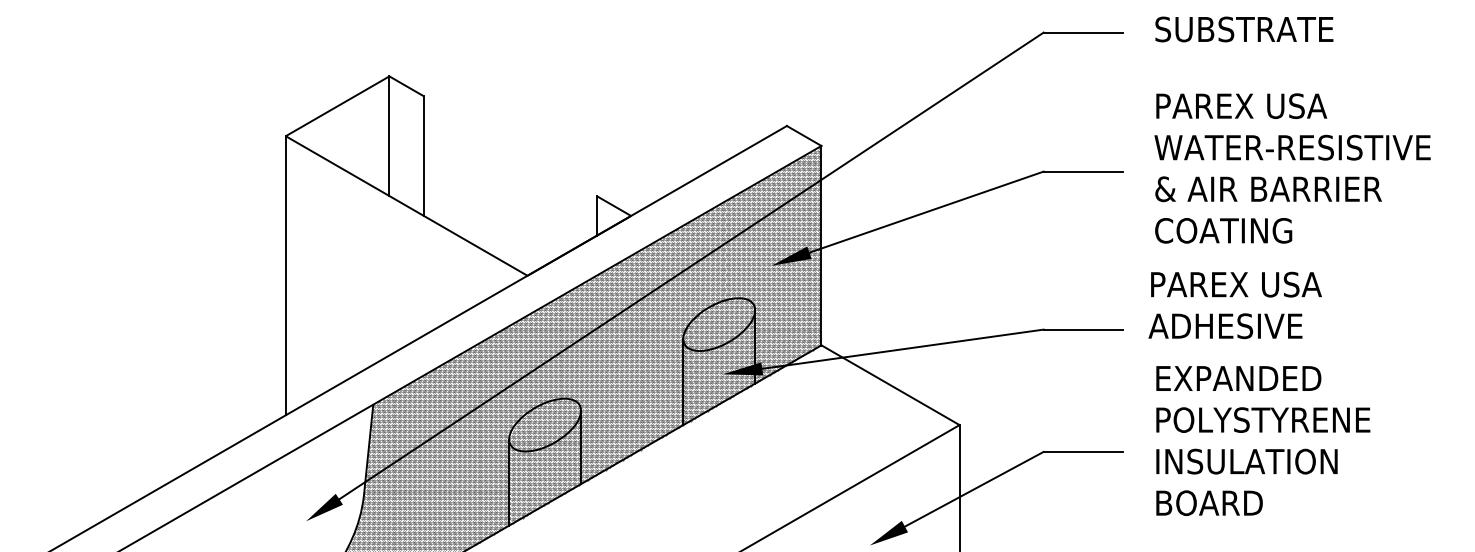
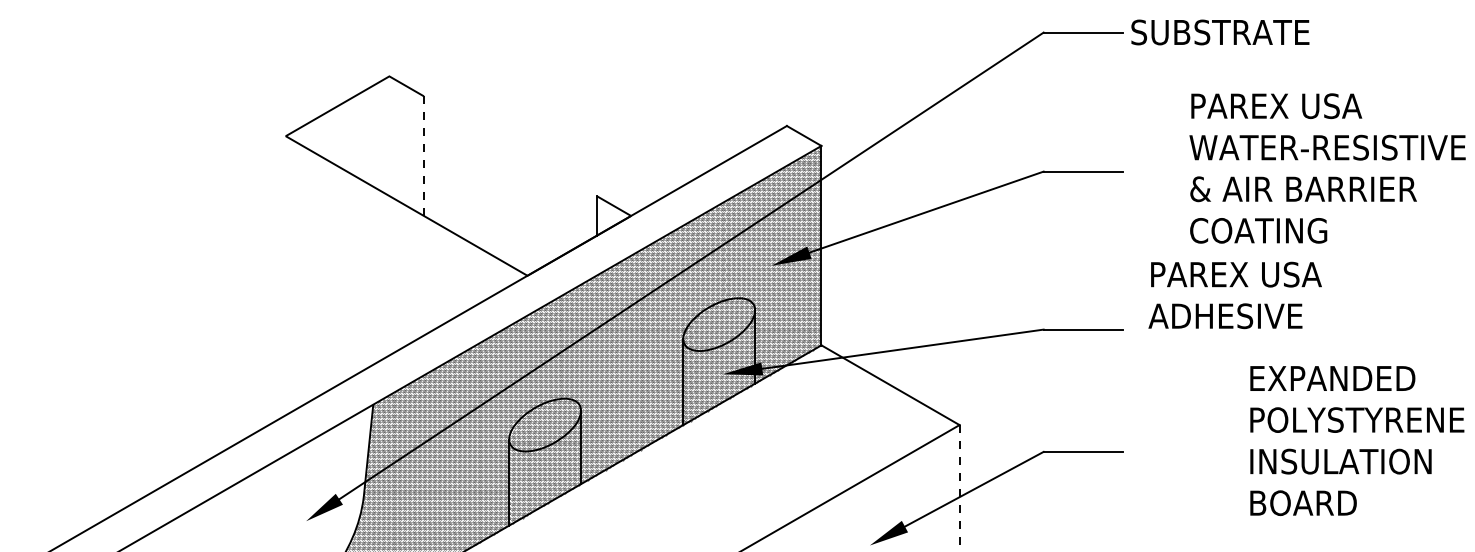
text at (1244, 29) position: (1244, 29) -> (1220, 32)
line at (389, 136): present -> none
line at (423, 156): solid -> dashed
text at (1292, 168) position: (1292, 168) -> (1327, 168)
line at (285, 275): present -> none
text at (1234, 305) position: (1234, 305) -> (1234, 295)
text at (1263, 440) position: (1263, 440) -> (1357, 440)
line at (959, 488): solid -> dashed
